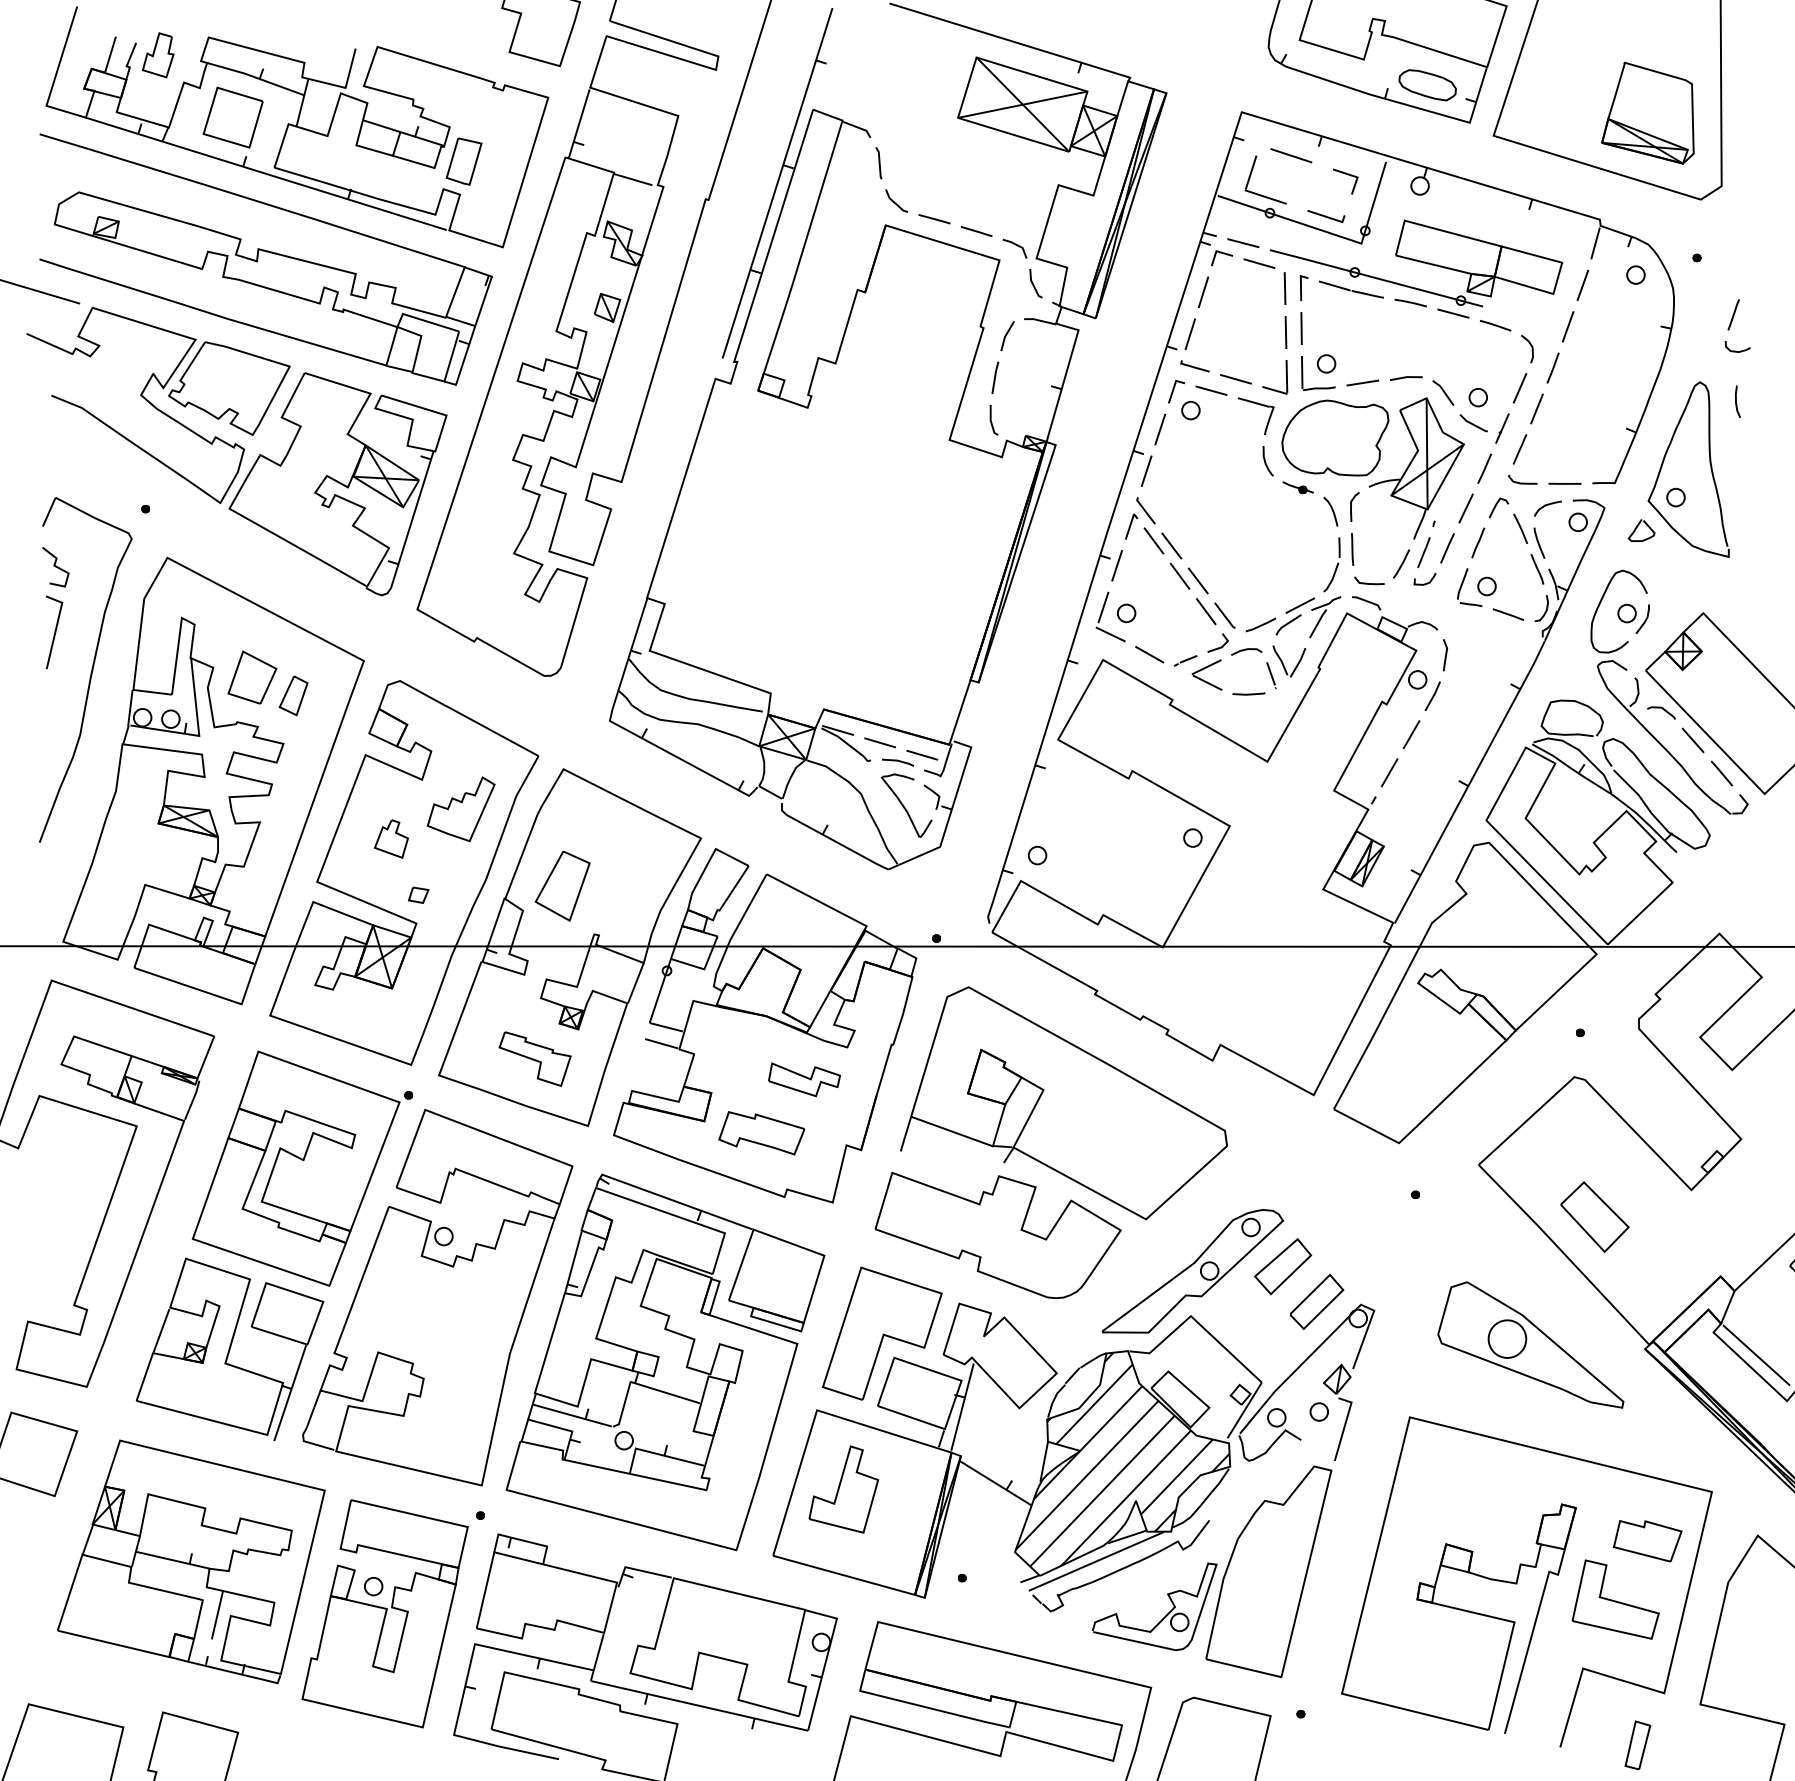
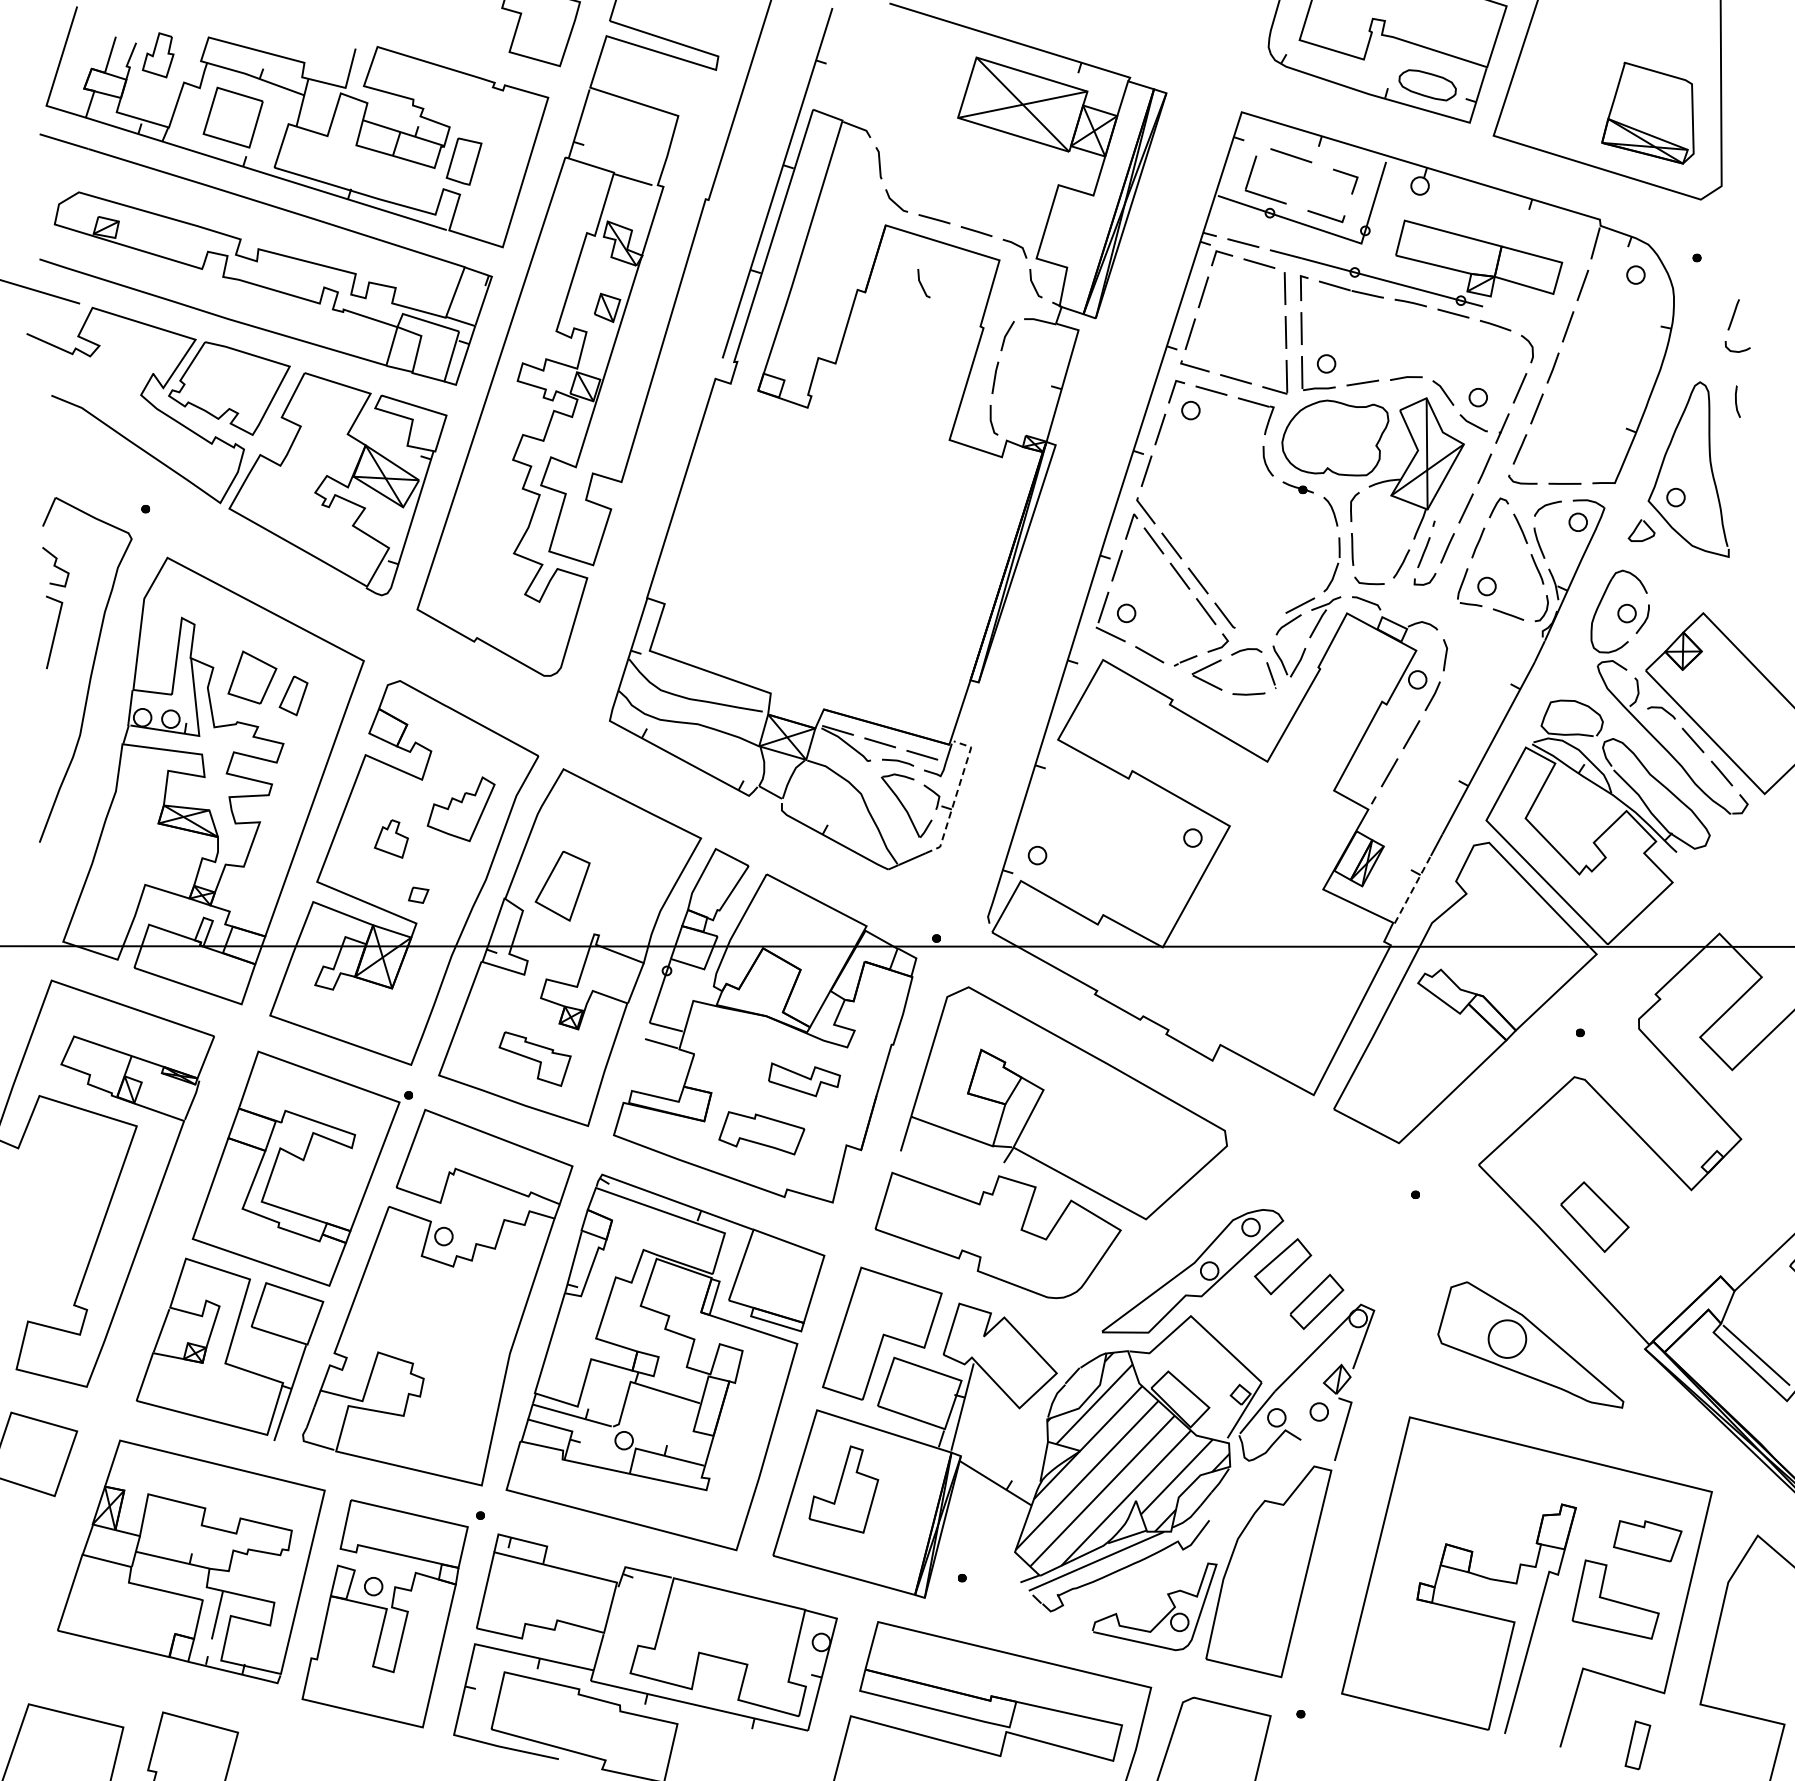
line at (922, 284): none -> present
line at (1260, 624): present -> none
line at (956, 795): solid -> dashed
line at (1413, 889): solid -> dashed
